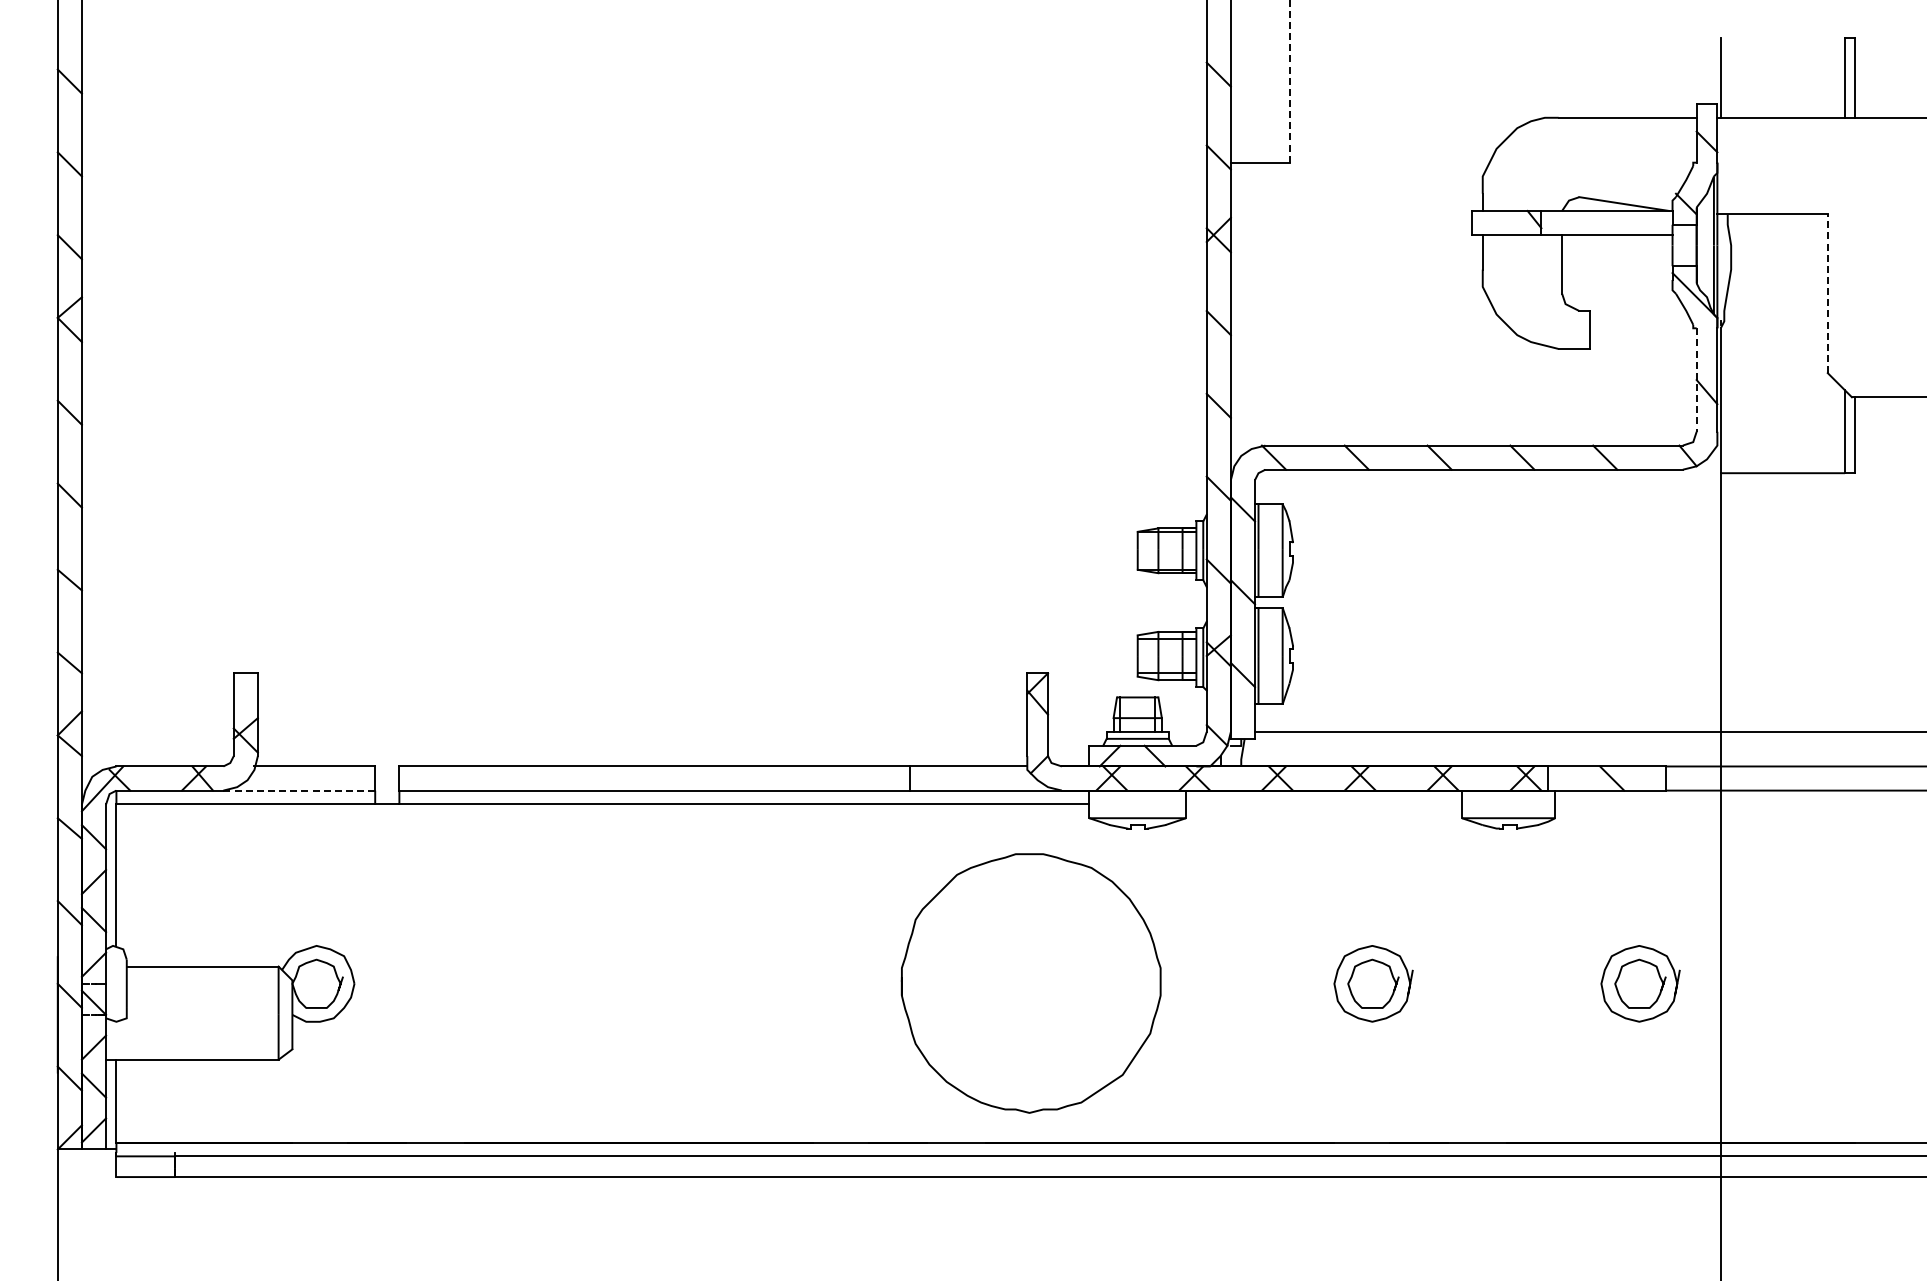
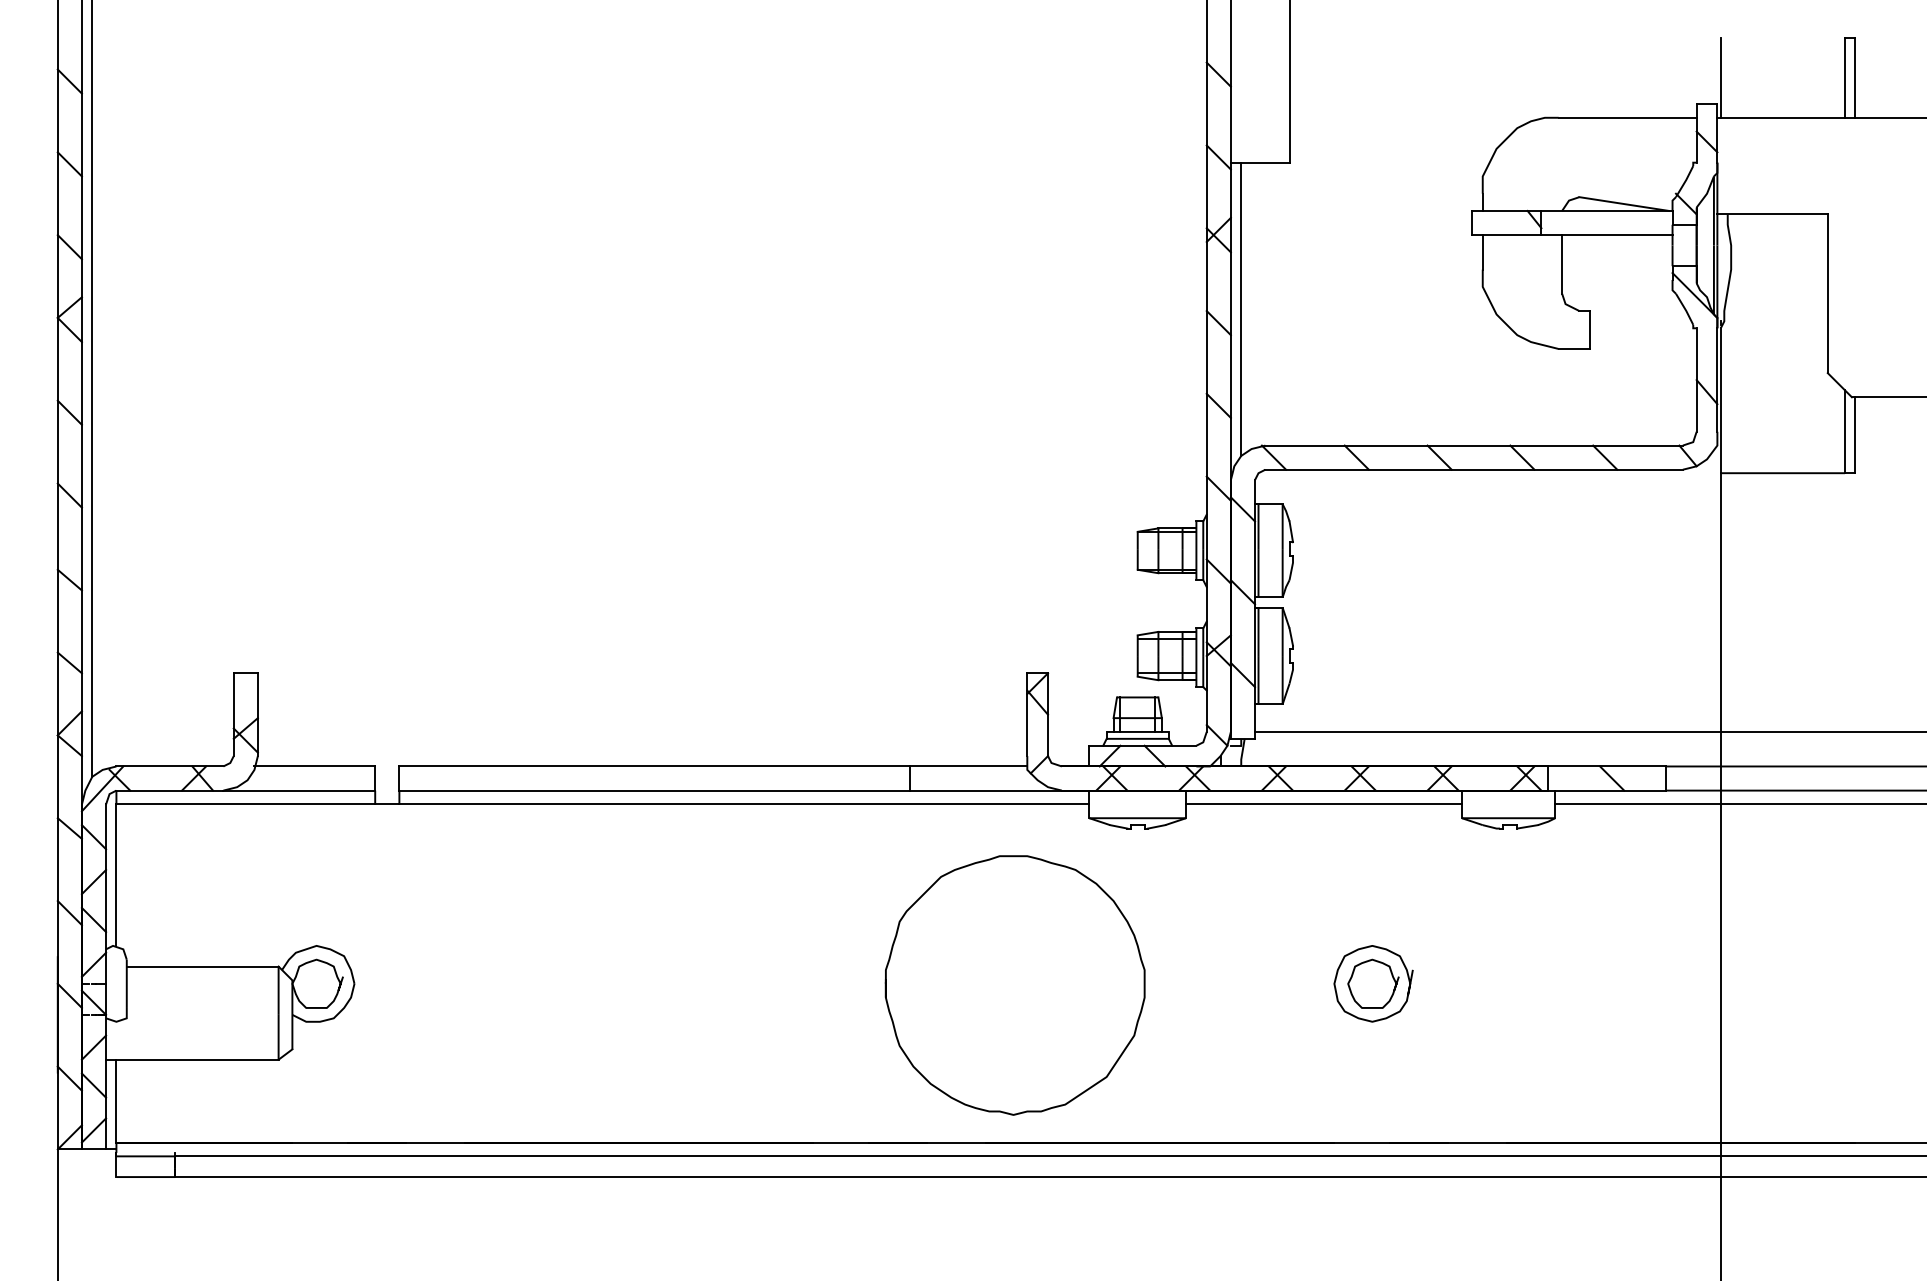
line at (1289, 81): dashed -> solid
line at (1827, 293): dashed -> solid
line at (1241, 308): none -> present
line at (1696, 380): dashed -> solid
line at (92, 389): none -> present
line at (299, 790): dashed -> solid
line at (1324, 804): none -> present
line at (1739, 804): none -> present
part at (1640, 983): present -> none
curve at (1042, 1108) position: (1042, 1108) -> (1026, 1110)
